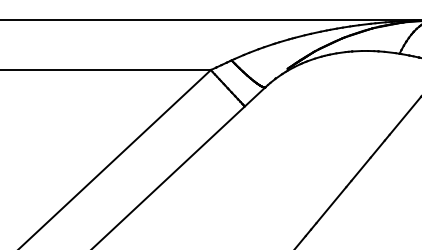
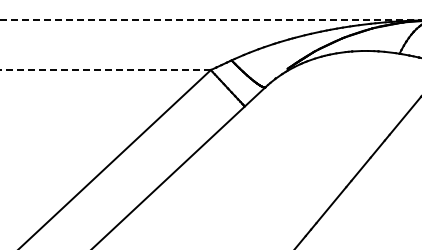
line at (210, 20): solid -> dashed
line at (105, 70): solid -> dashed
